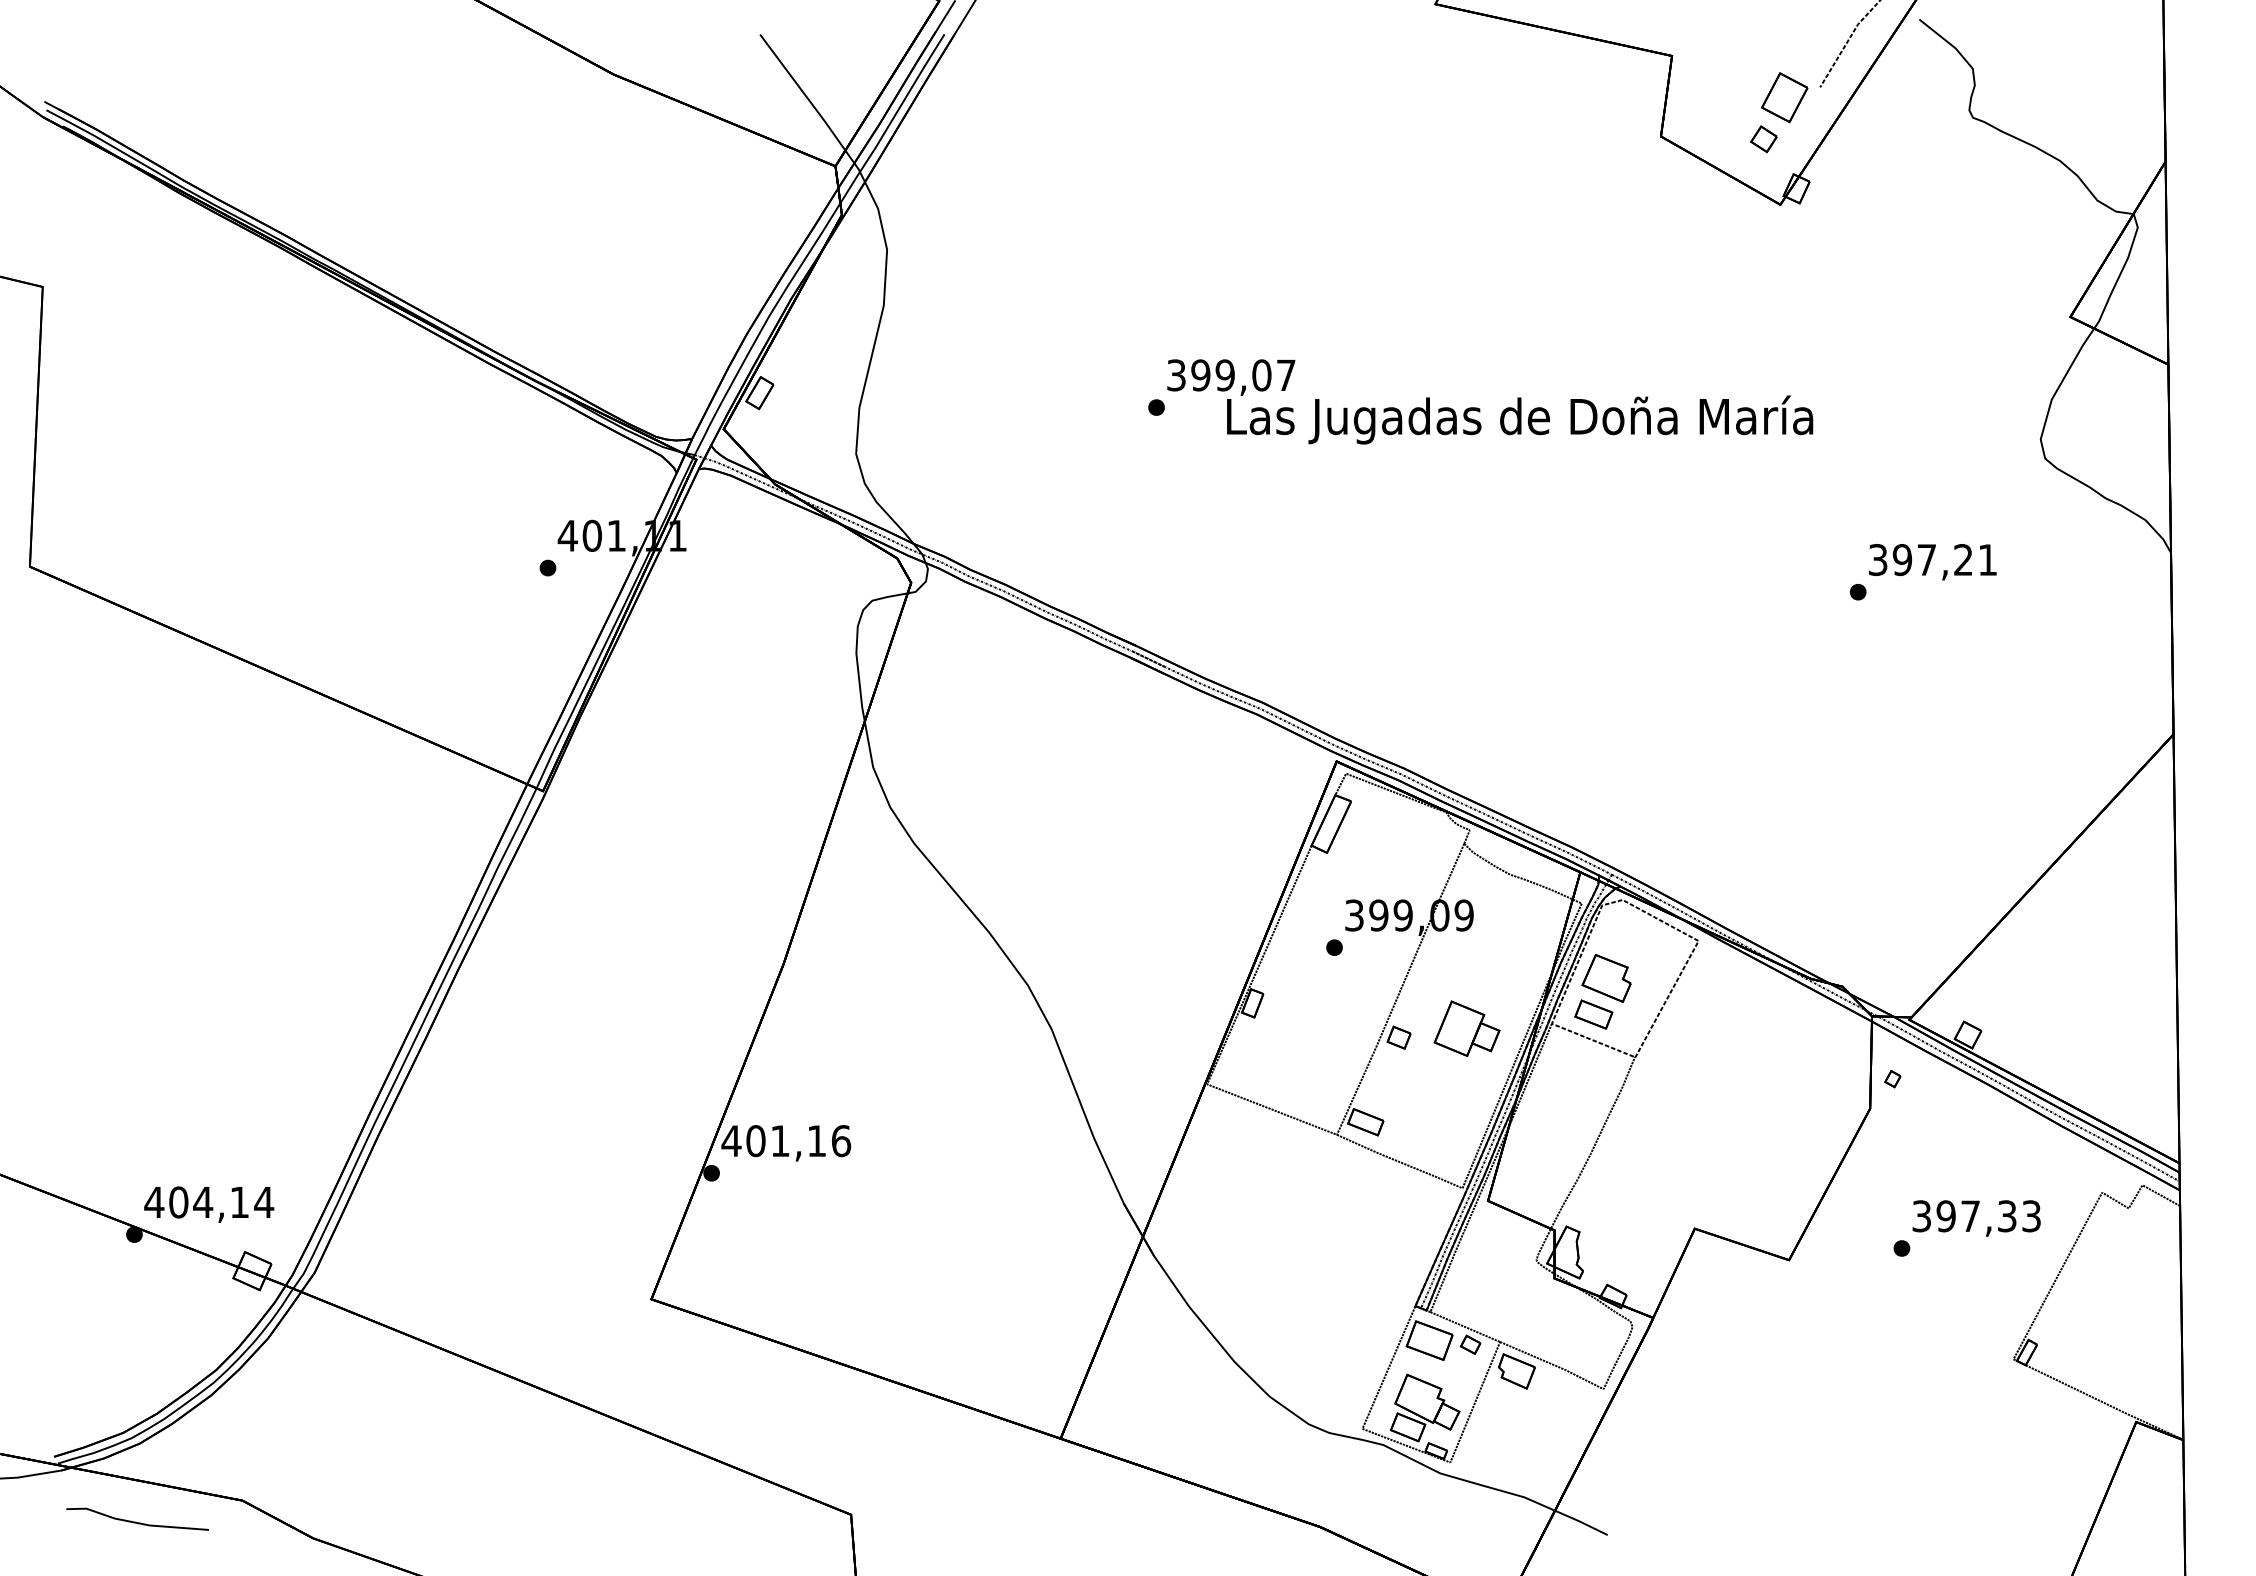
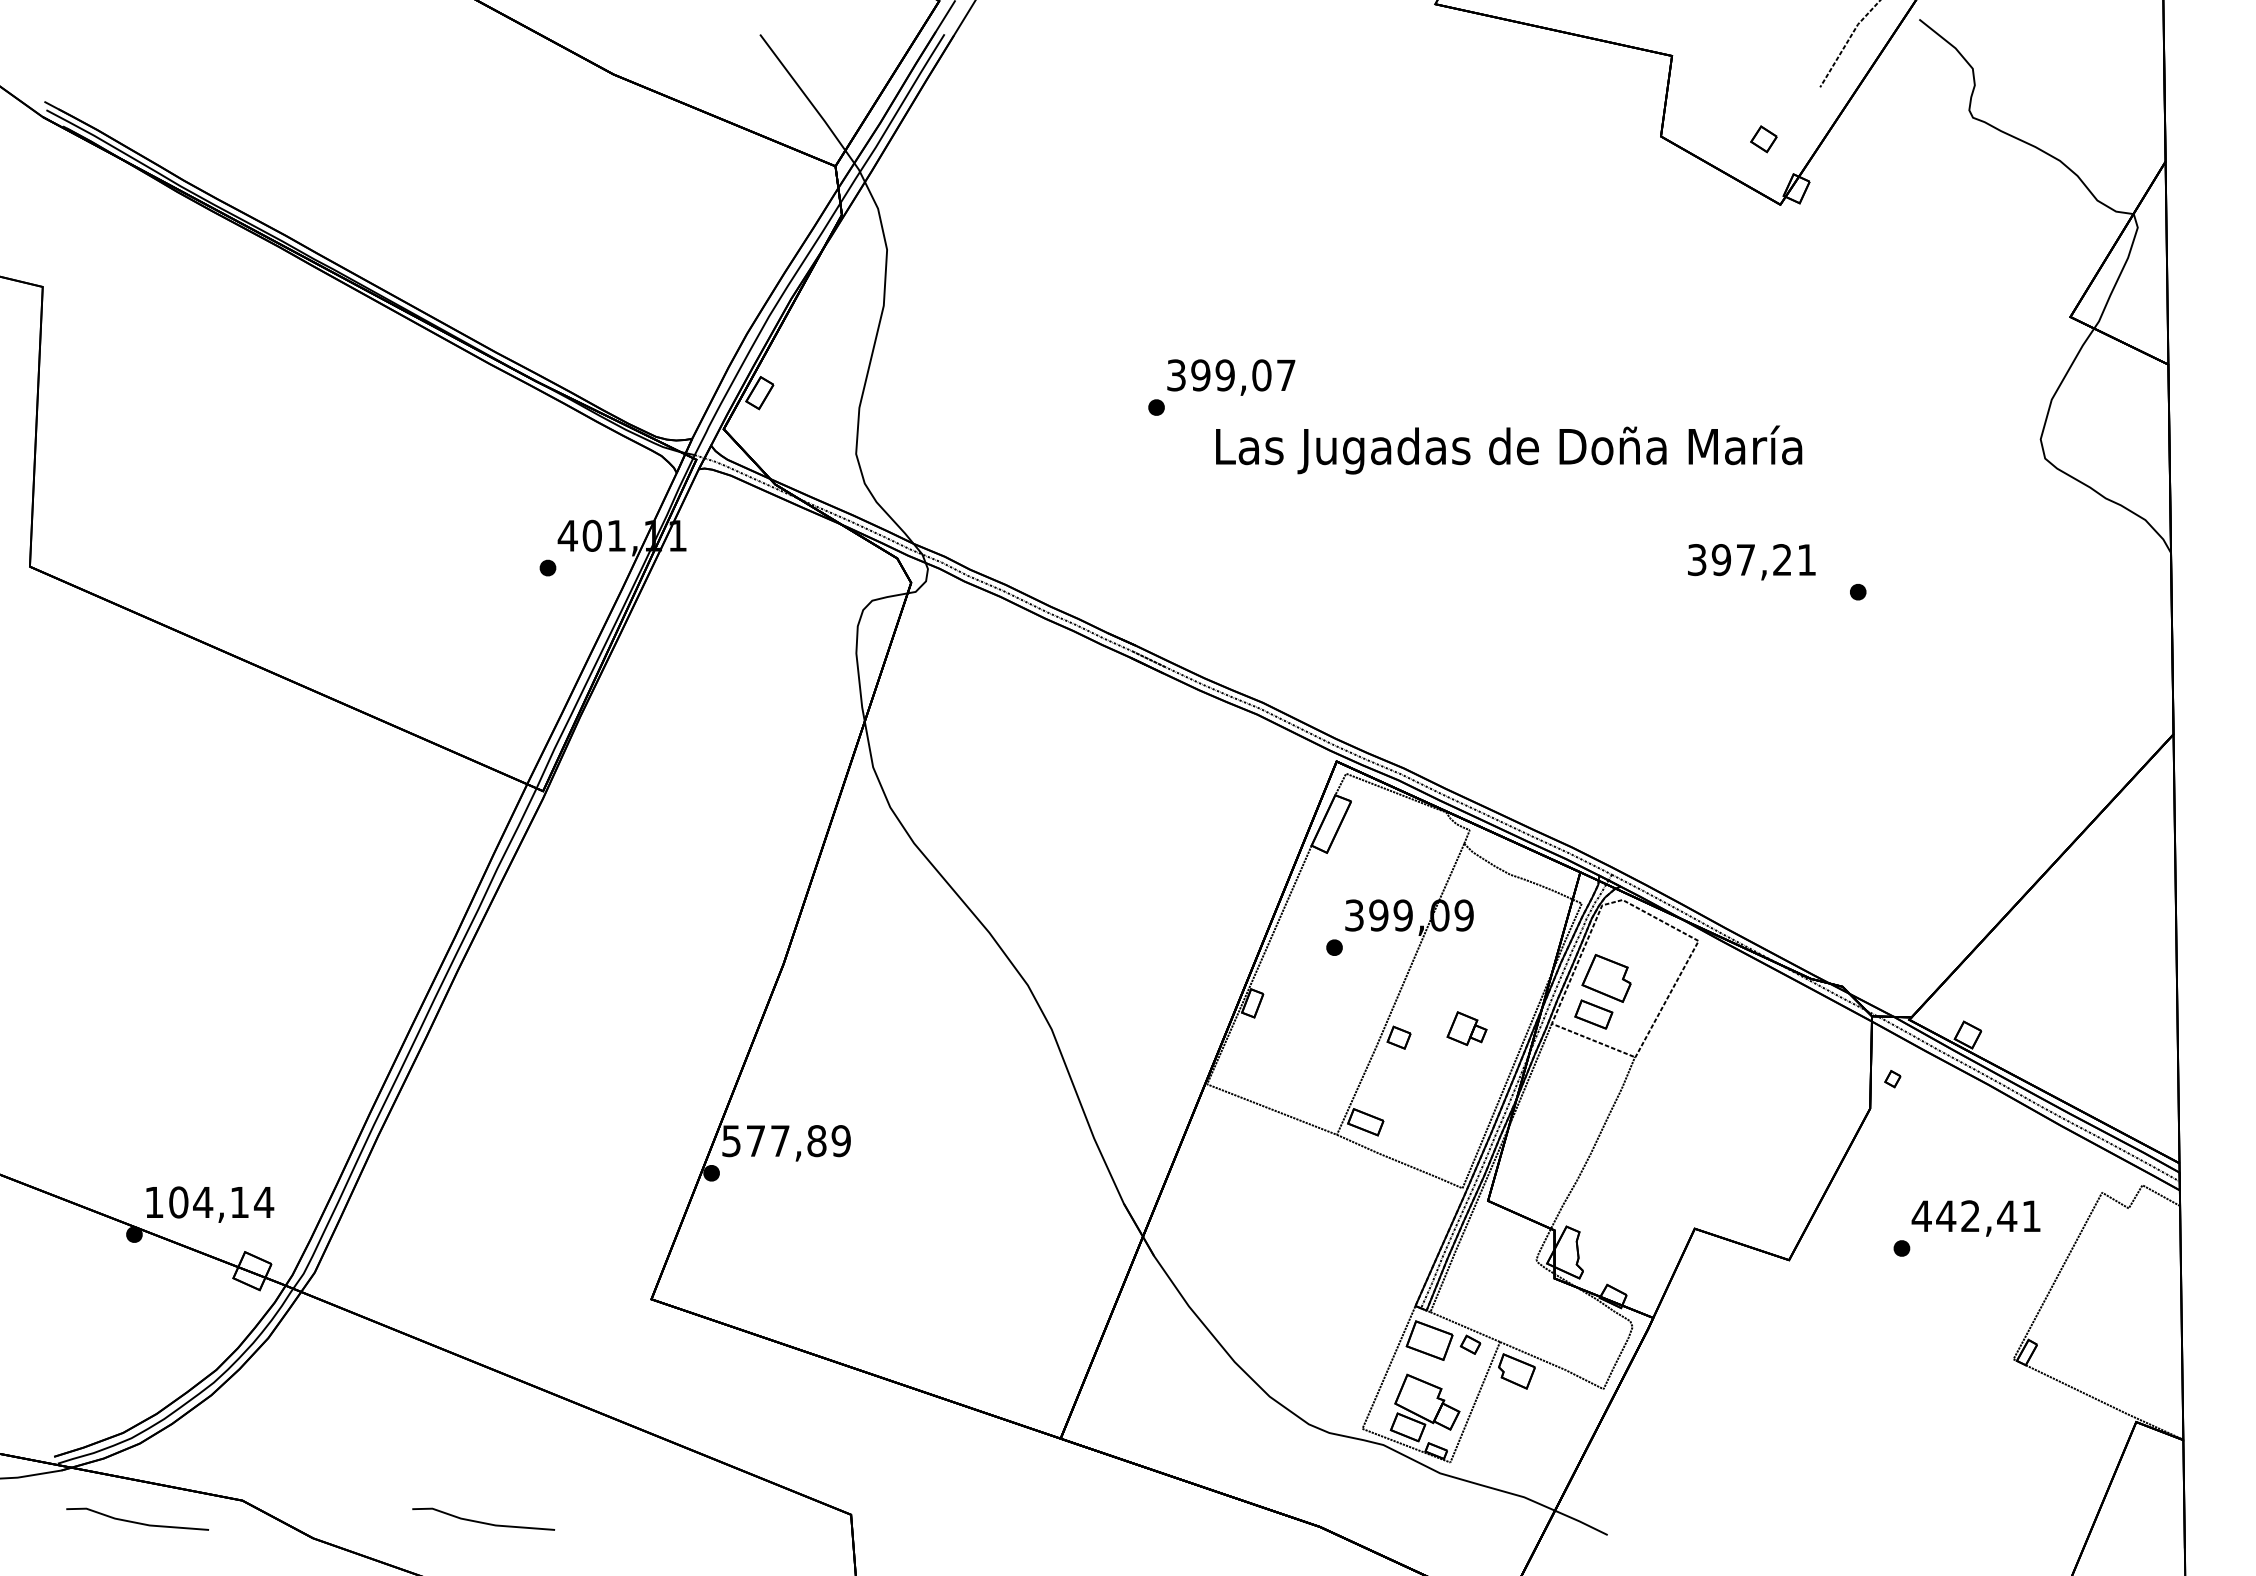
part at (1784, 97): present -> none
text at (1520, 419) position: (1520, 419) -> (1509, 449)
text at (1932, 562) position: (1932, 562) -> (1751, 562)
part at (1466, 1028) size: 68x57 px -> 42x36 px
text at (786, 1141): 401,16 -> 577,89
text at (154, 1202): 404,14 -> 104,14
text at (1975, 1216): 397,33 -> 442,41
line at (482, 1521): none -> present
